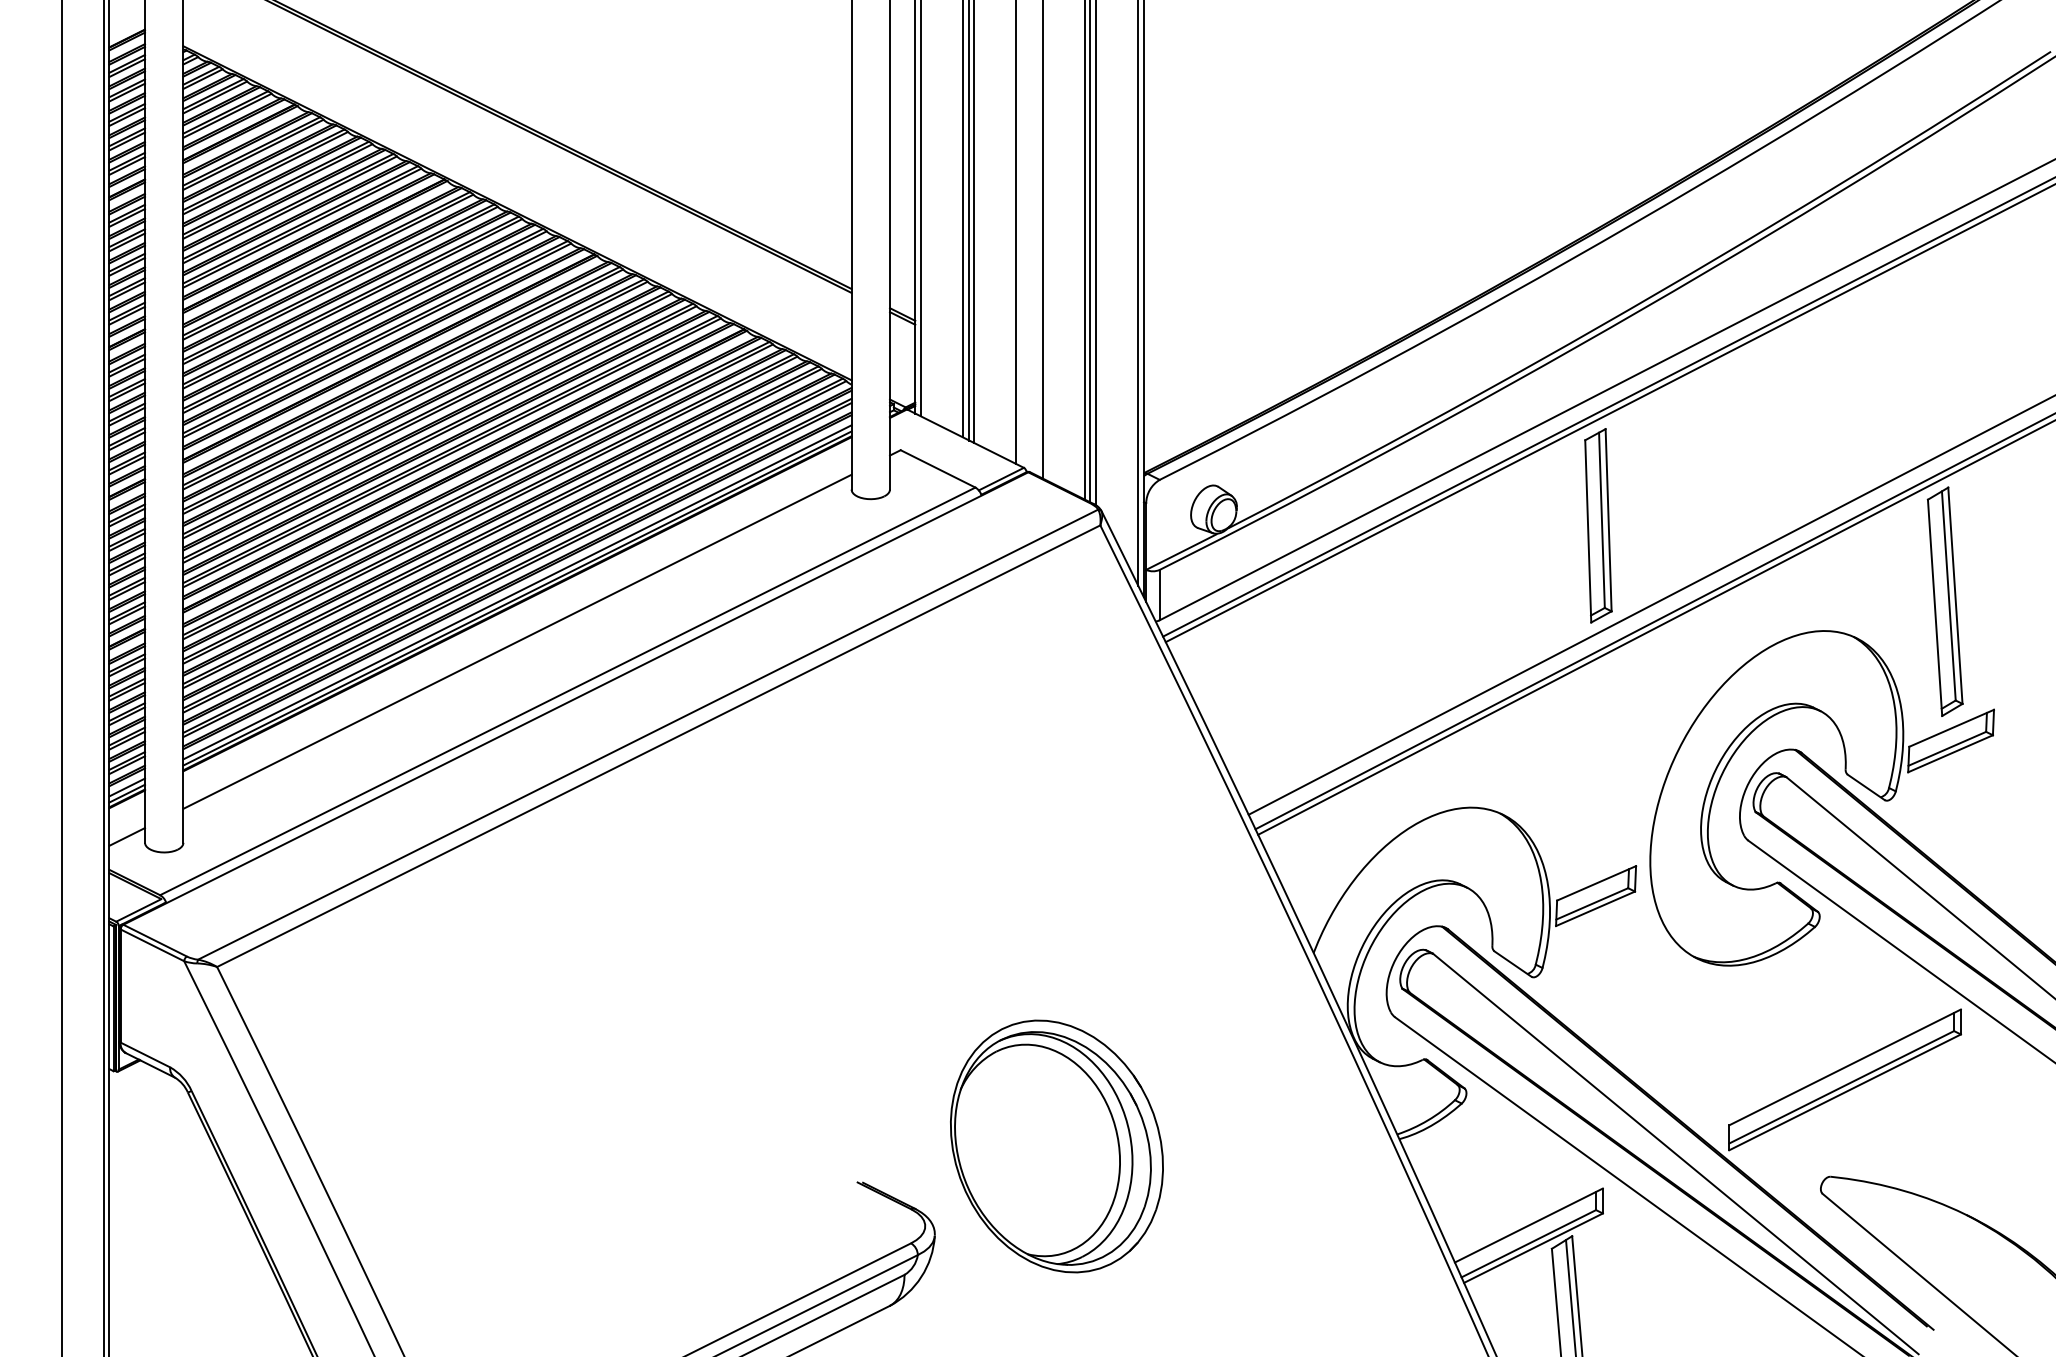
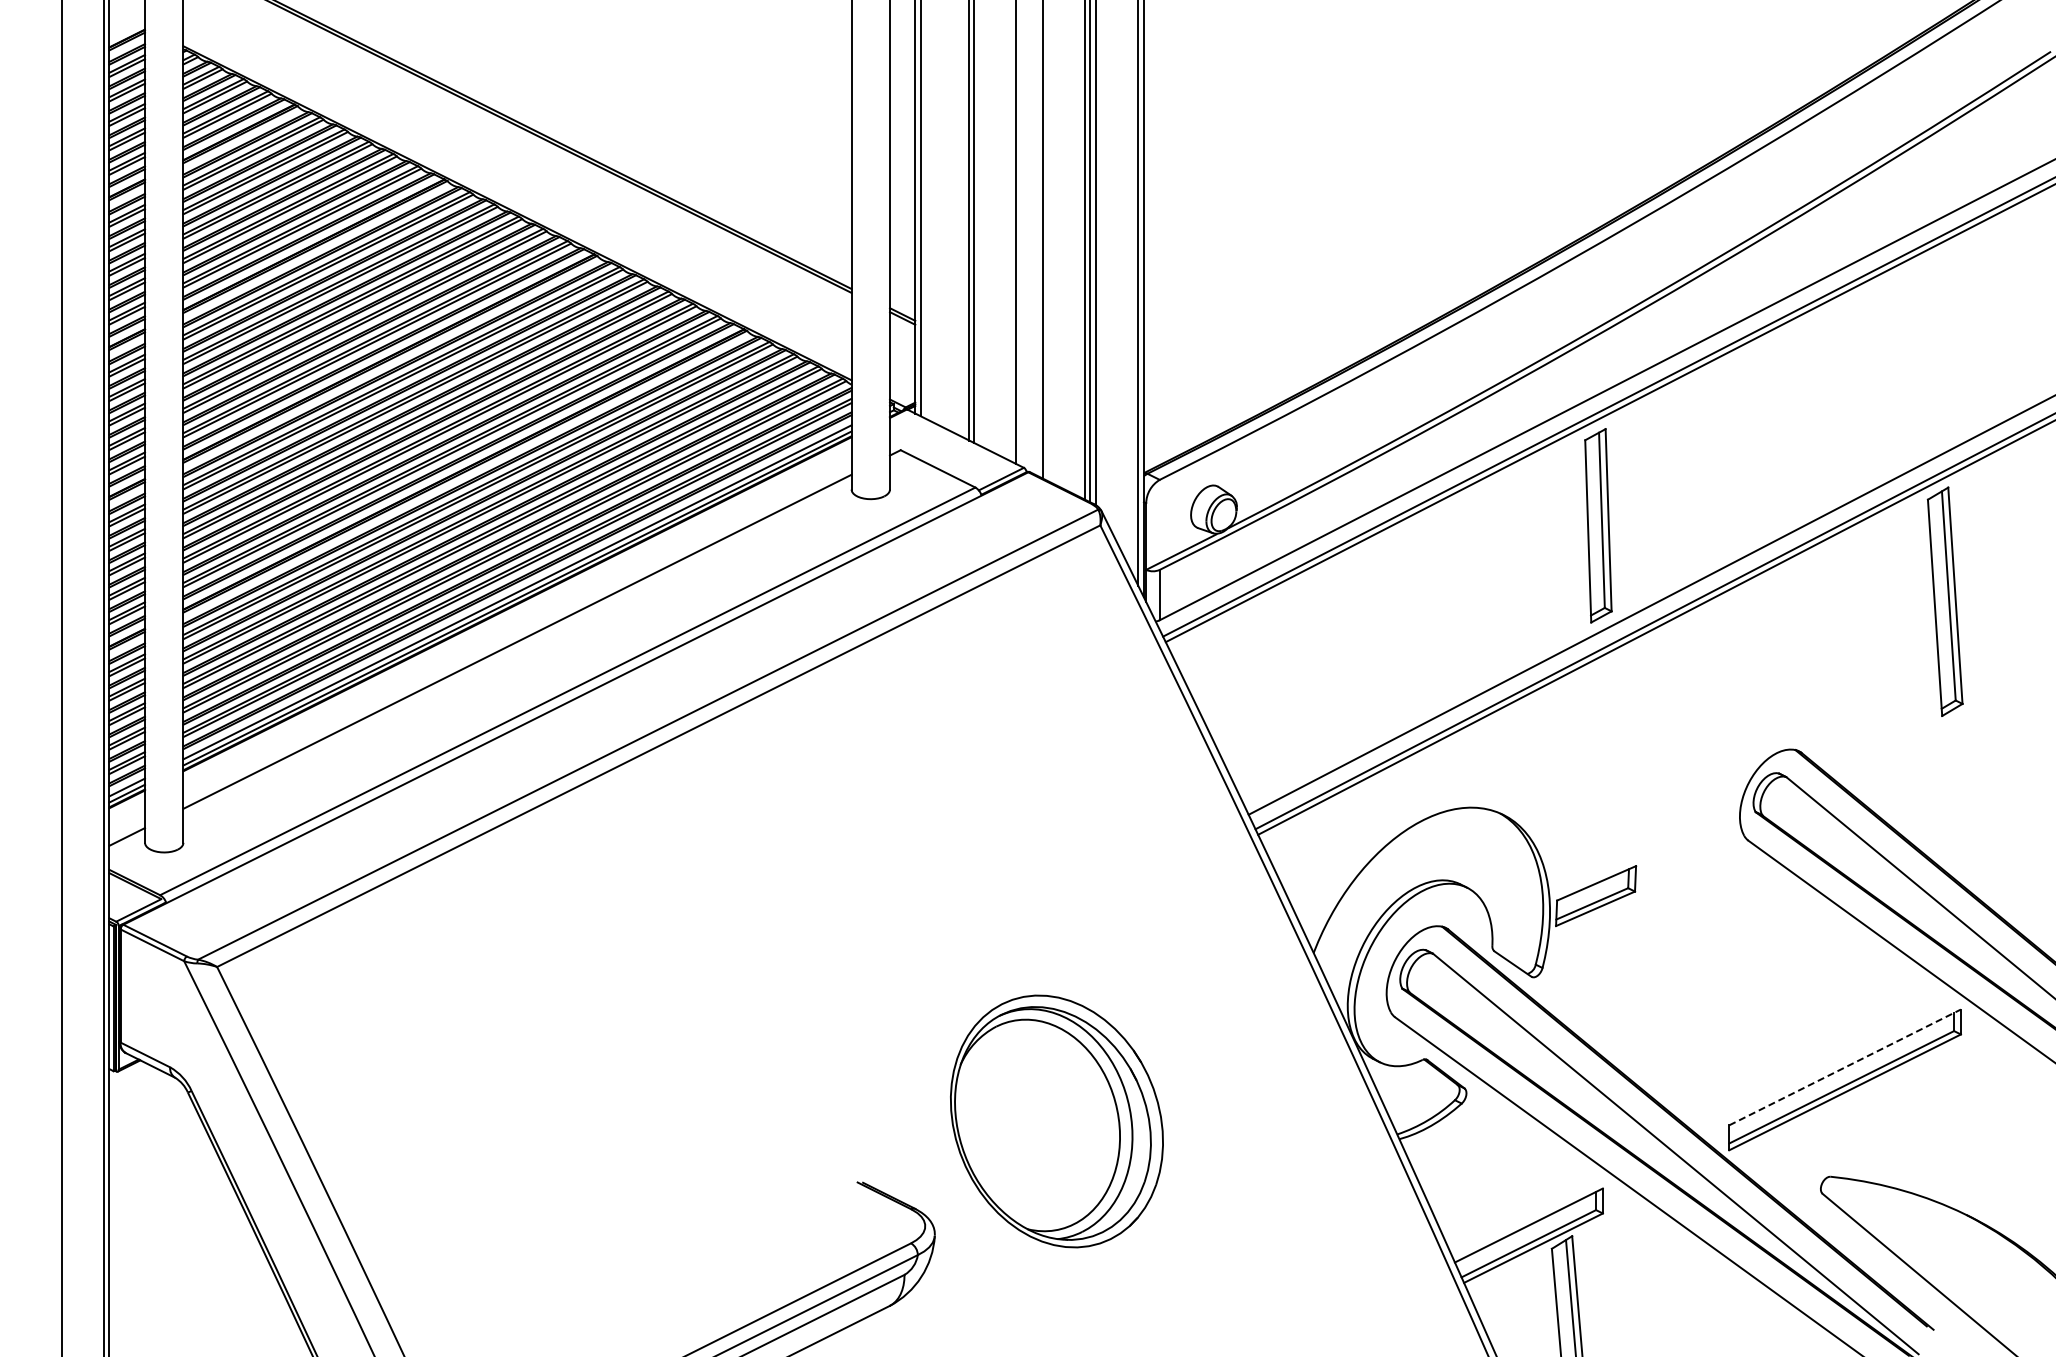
line at (963, 219): present -> none
part at (1846, 775): present -> none
line at (1845, 1067): solid -> dashed
part at (1056, 1146) position: (1056, 1146) -> (1056, 1121)
